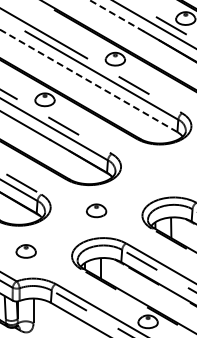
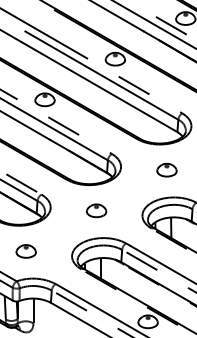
line at (116, 15): dashed -> solid
line at (88, 80): dashed -> solid
part at (166, 169): none -> present
